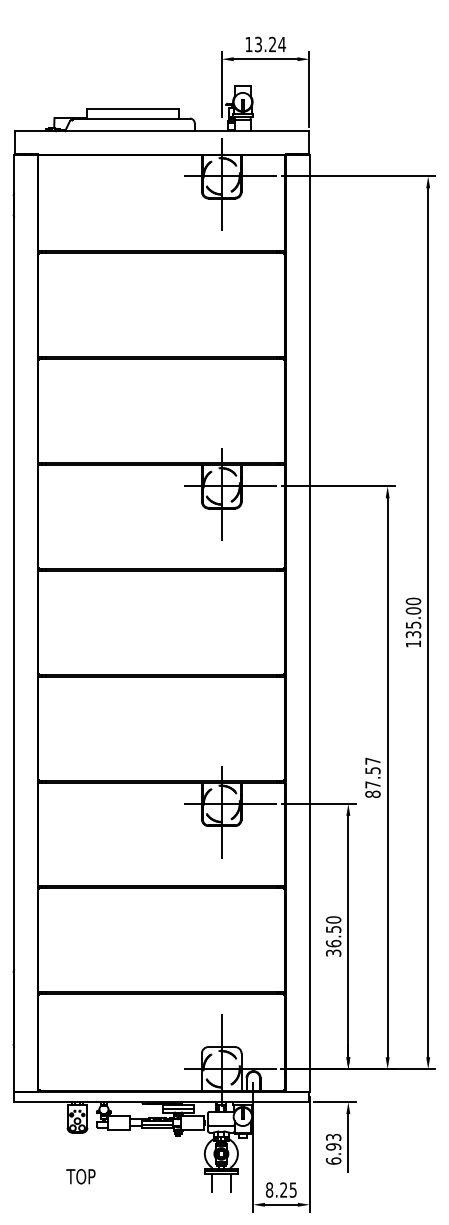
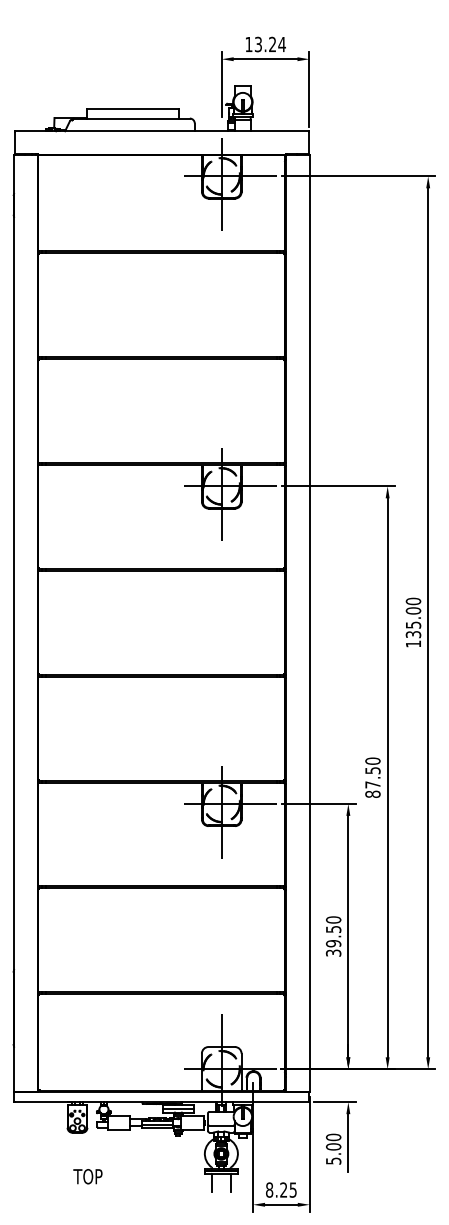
text at (372, 760): 87.57 -> 87.50
text at (333, 943): 36.50 -> 39.50
text at (333, 1148): 6.93 -> 5.00
text at (80, 1176) position: (80, 1176) -> (87, 1176)
